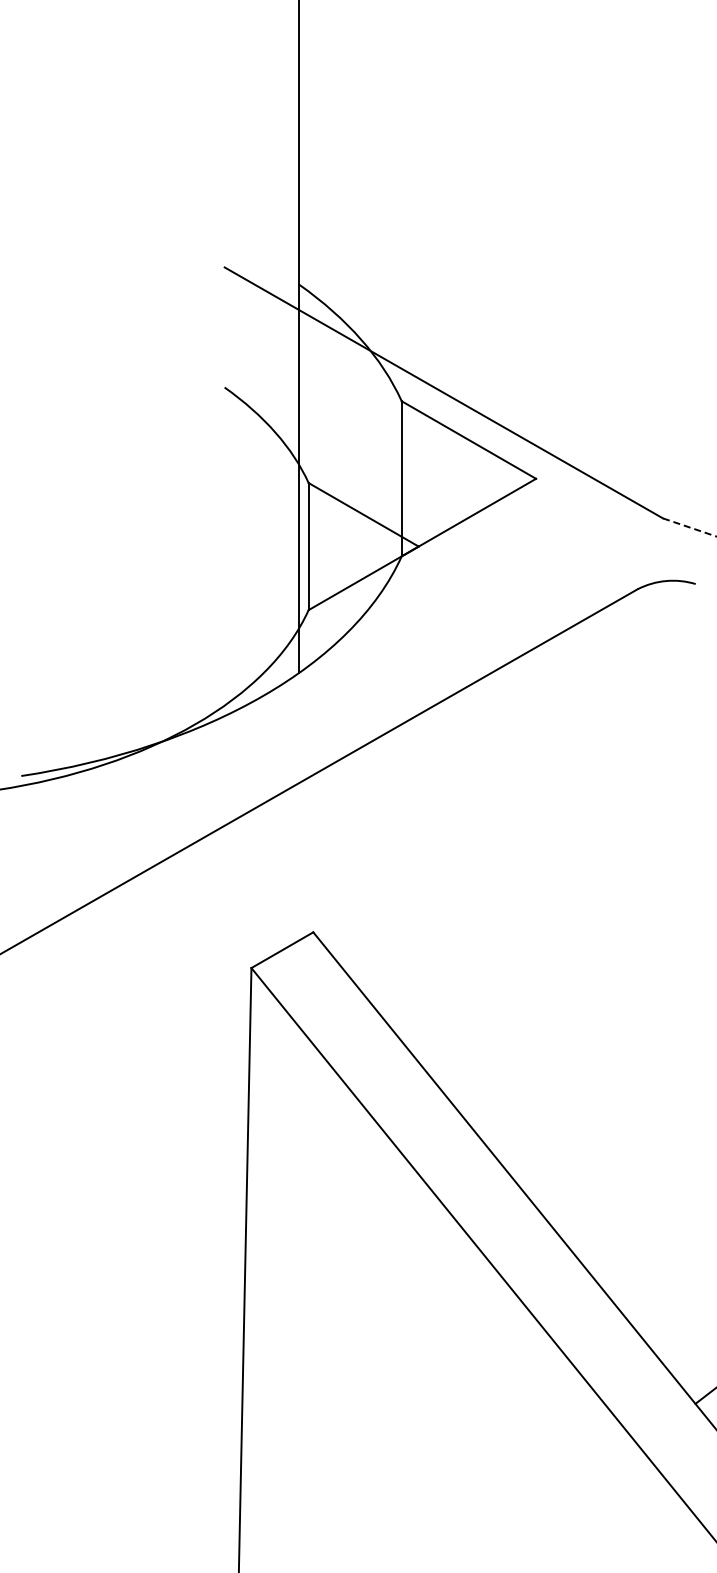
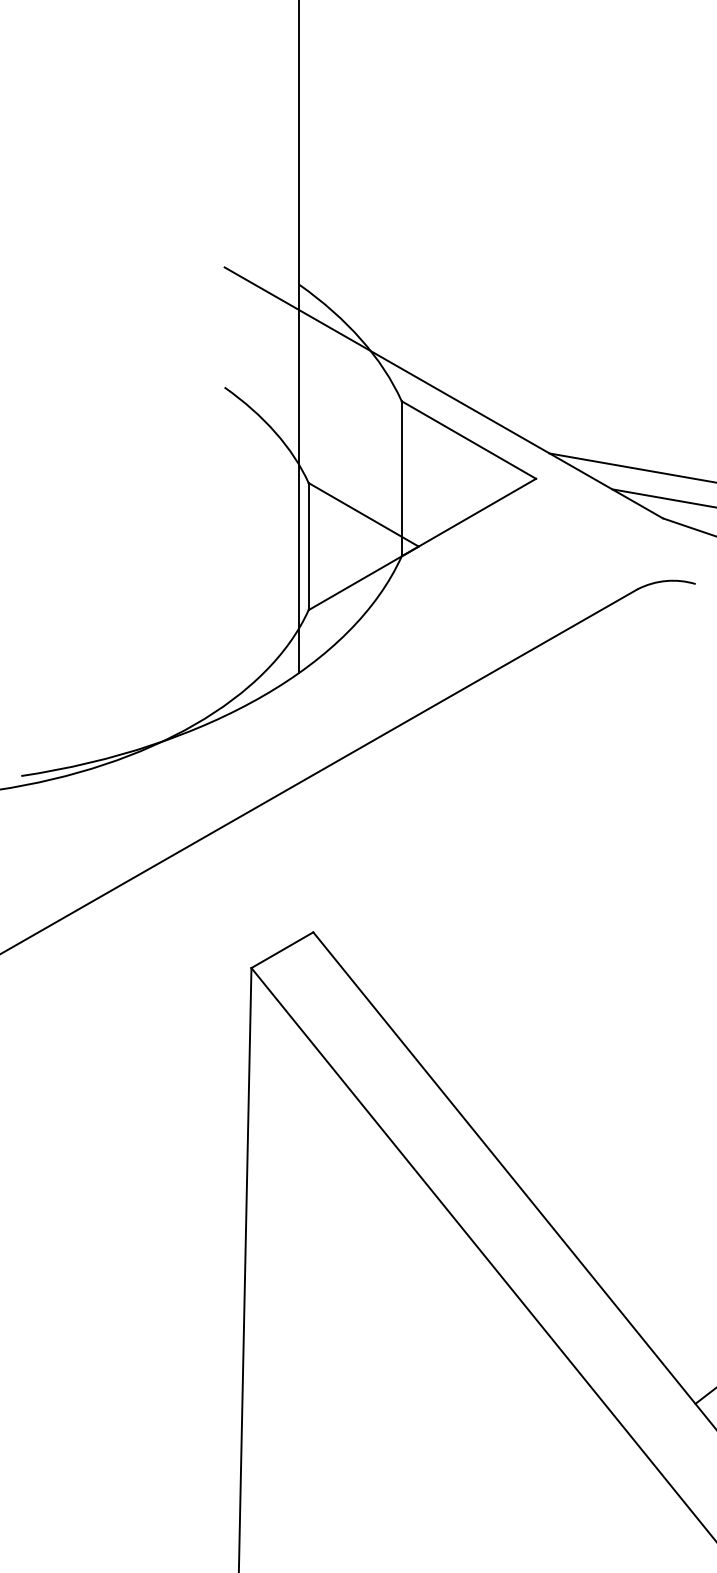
line at (631, 467): none -> present
line at (662, 498): none -> present
line at (690, 527): dashed -> solid
